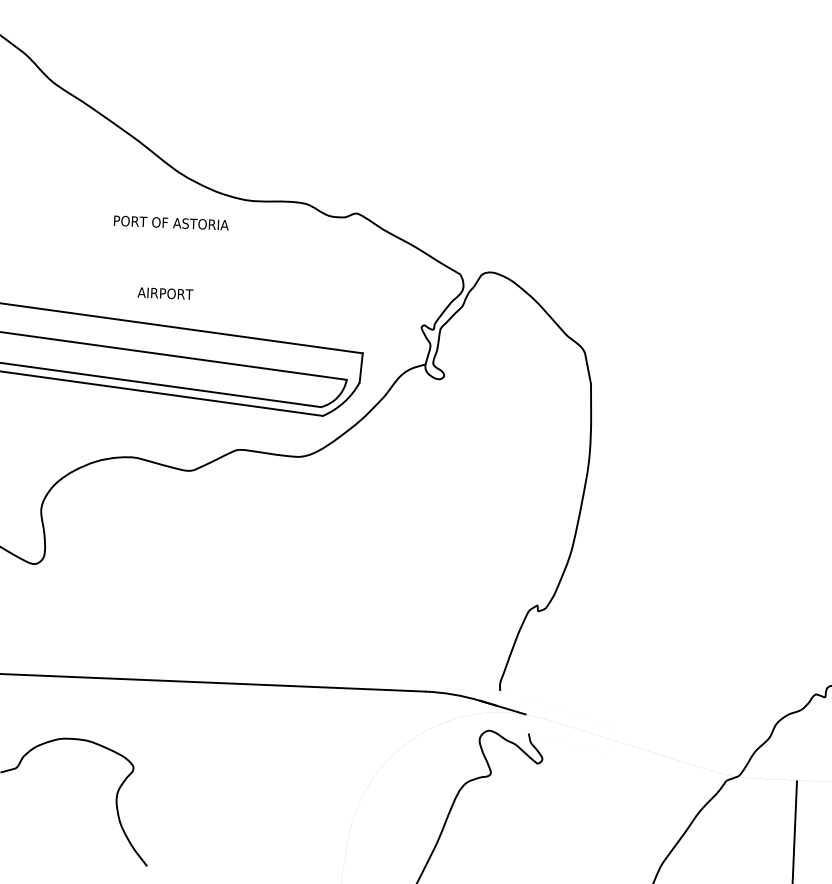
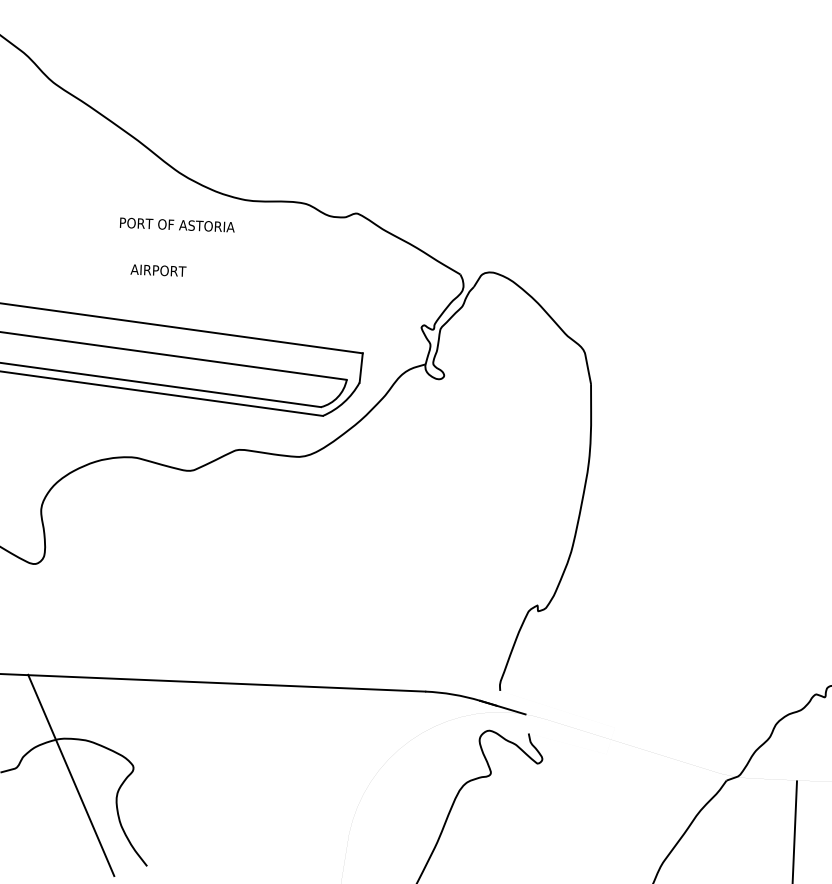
text at (170, 222) position: (170, 222) -> (176, 224)
text at (165, 293) position: (165, 293) -> (158, 270)
line at (71, 775): none -> present
